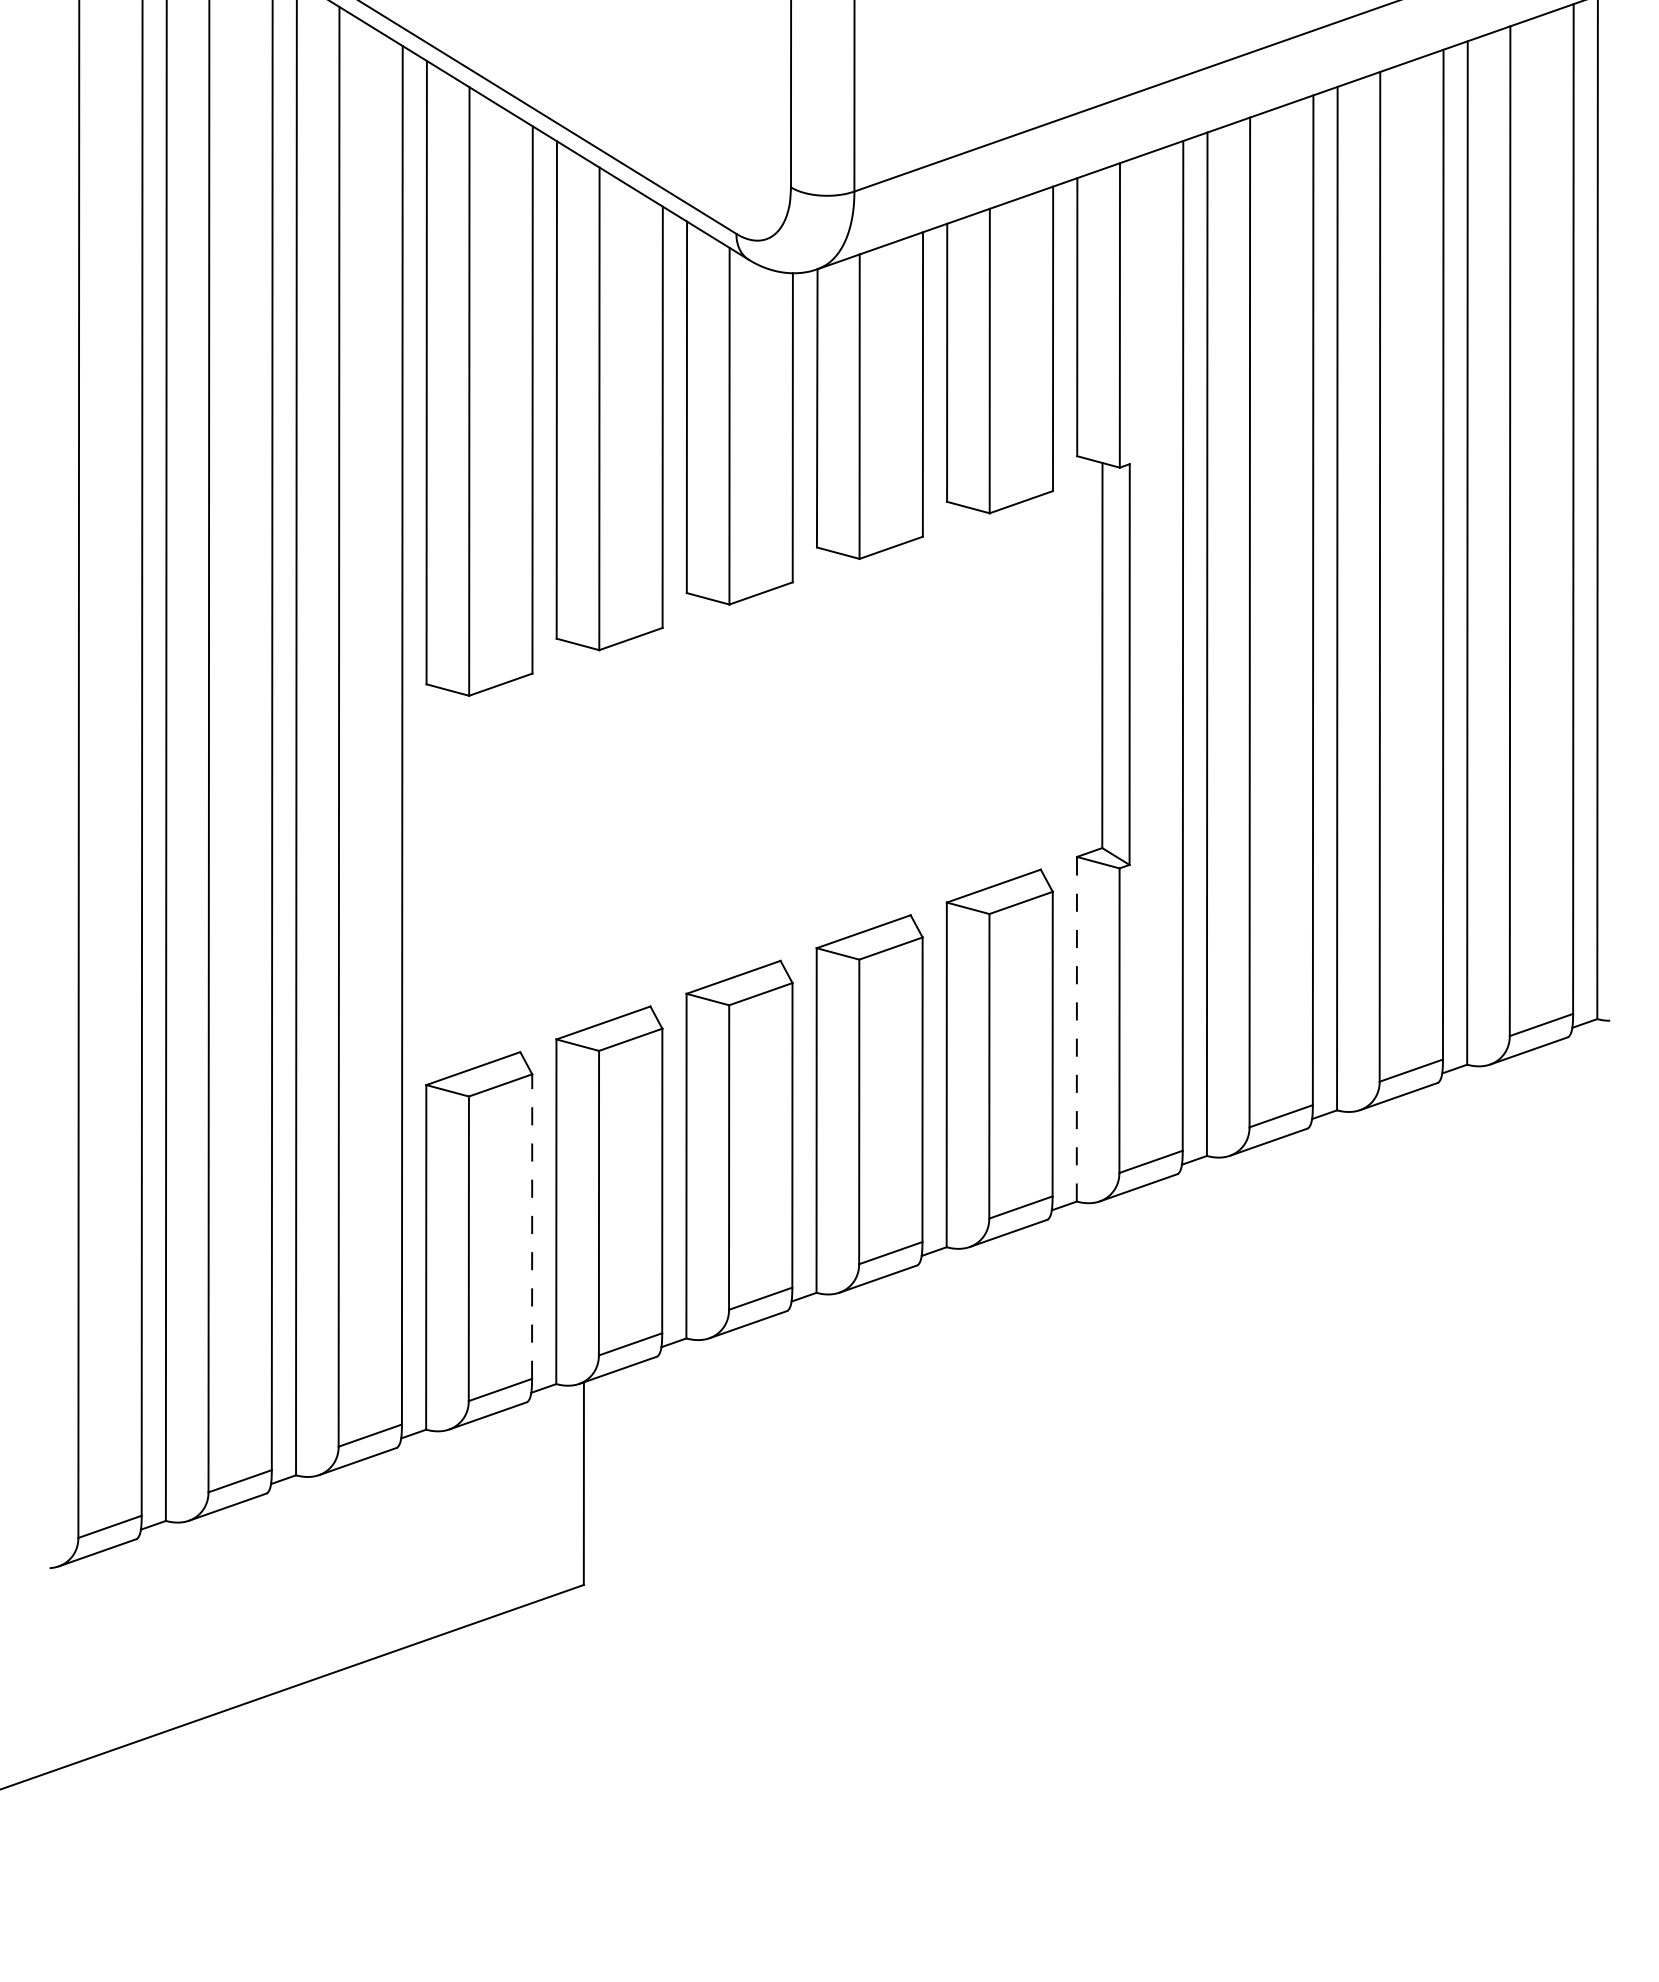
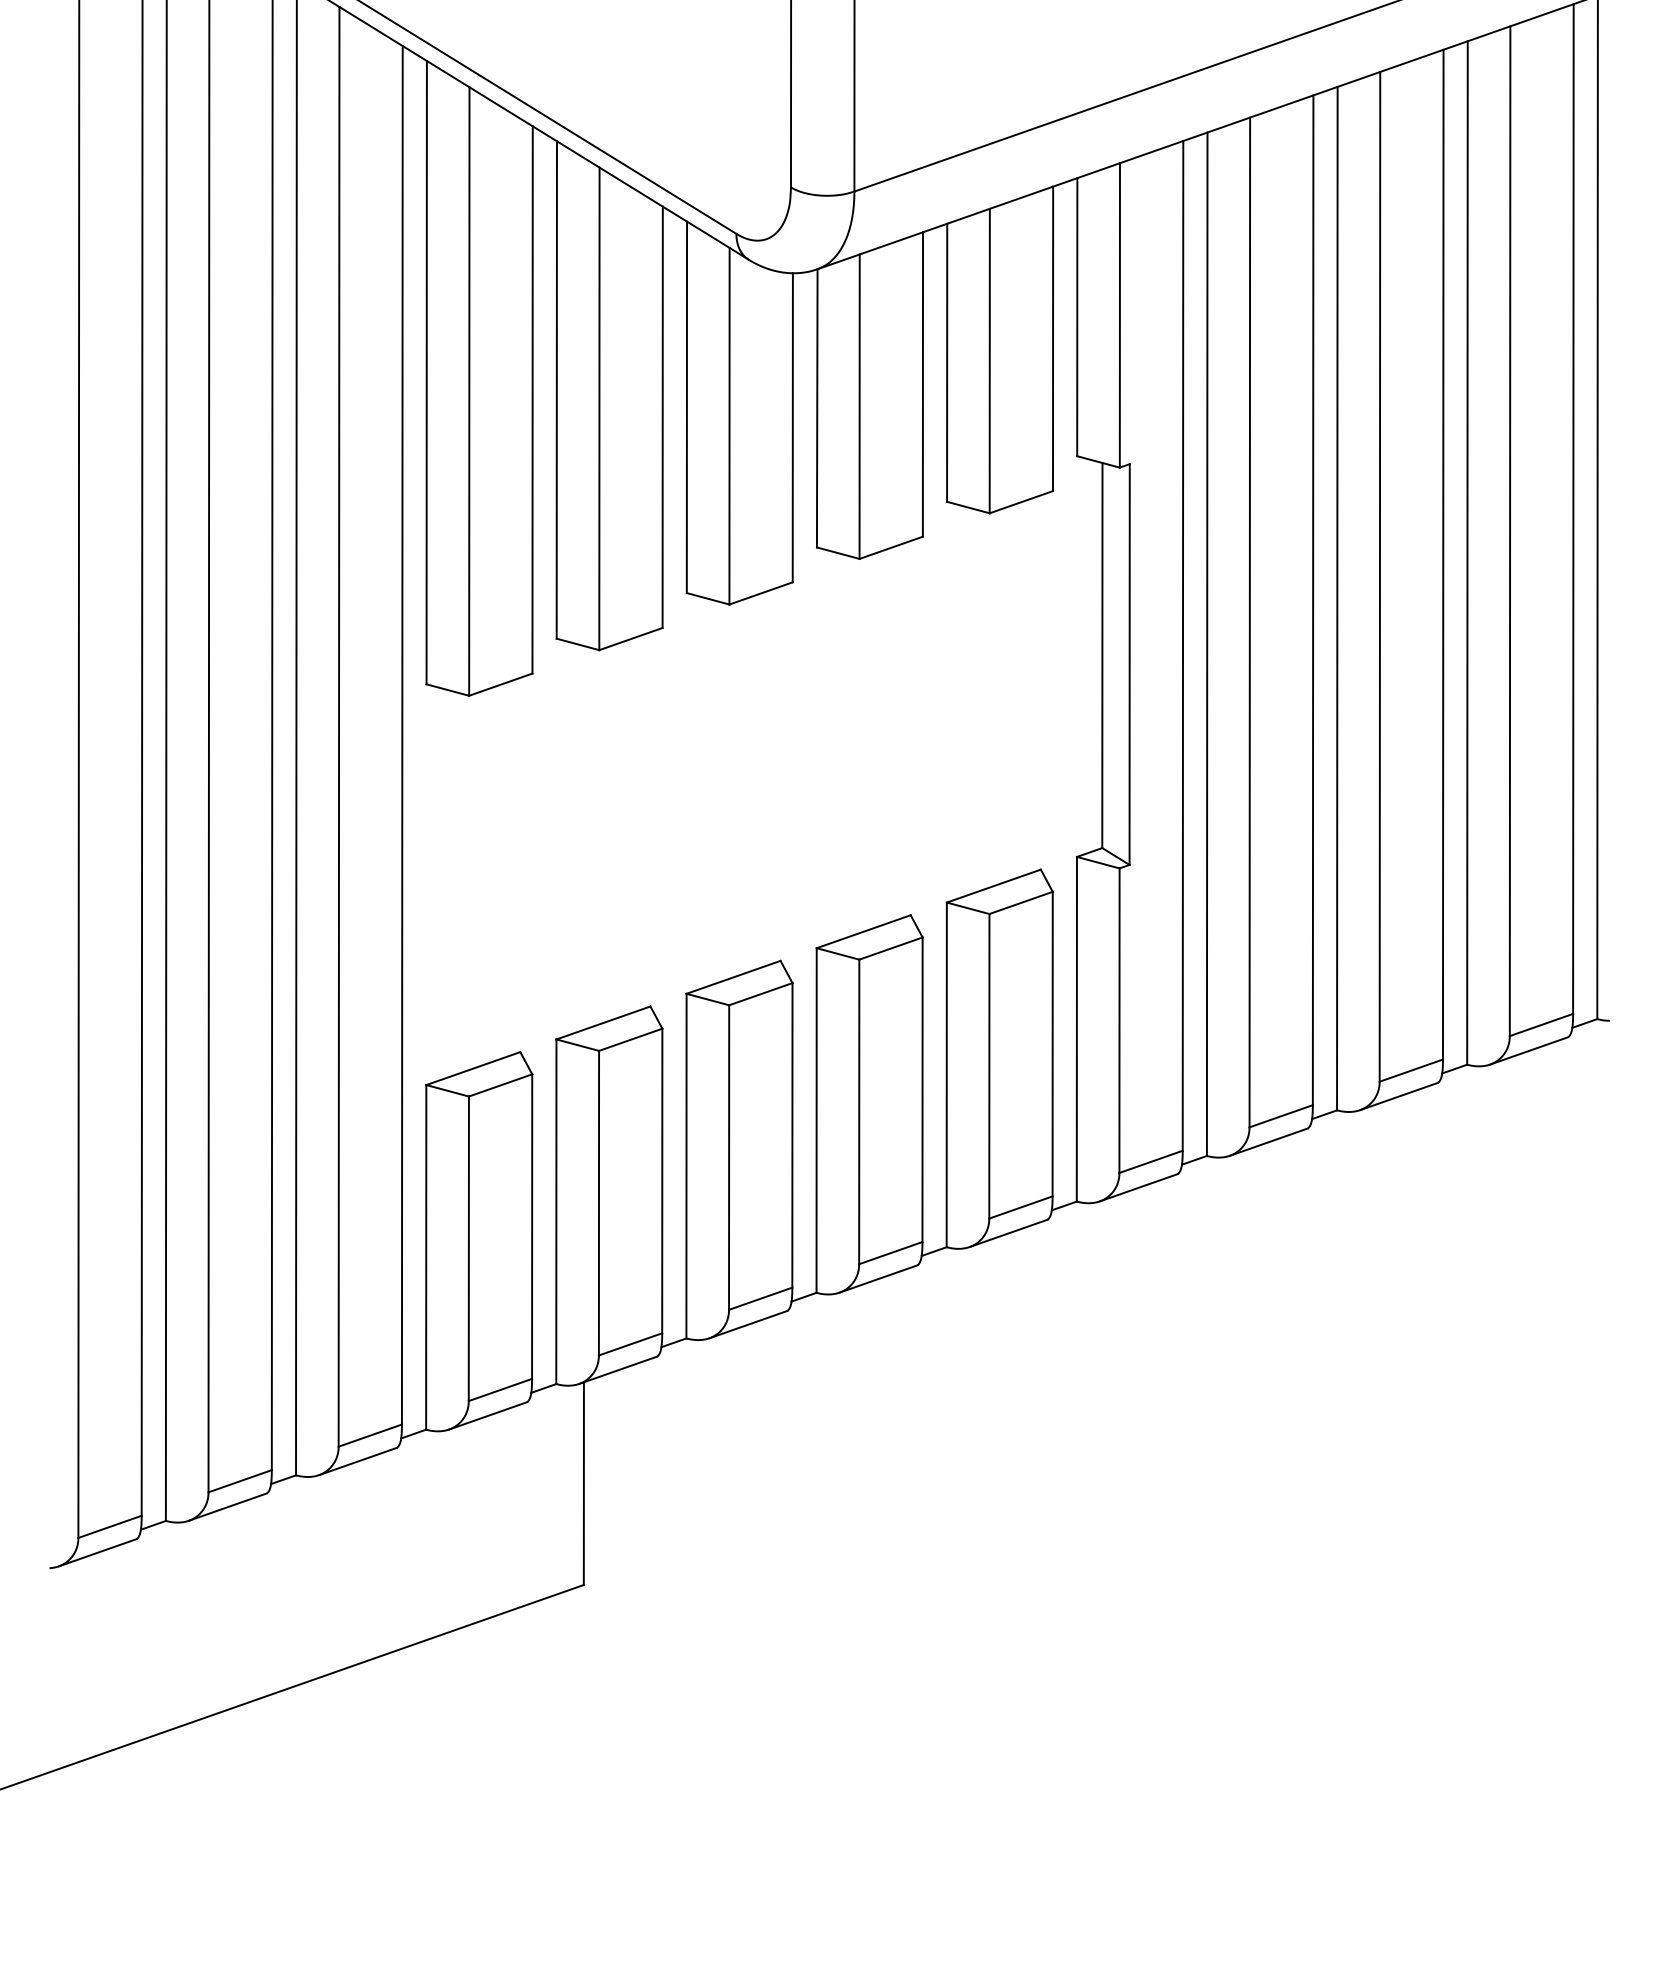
line at (1076, 1028): dashed -> solid
line at (532, 1226): dashed -> solid
